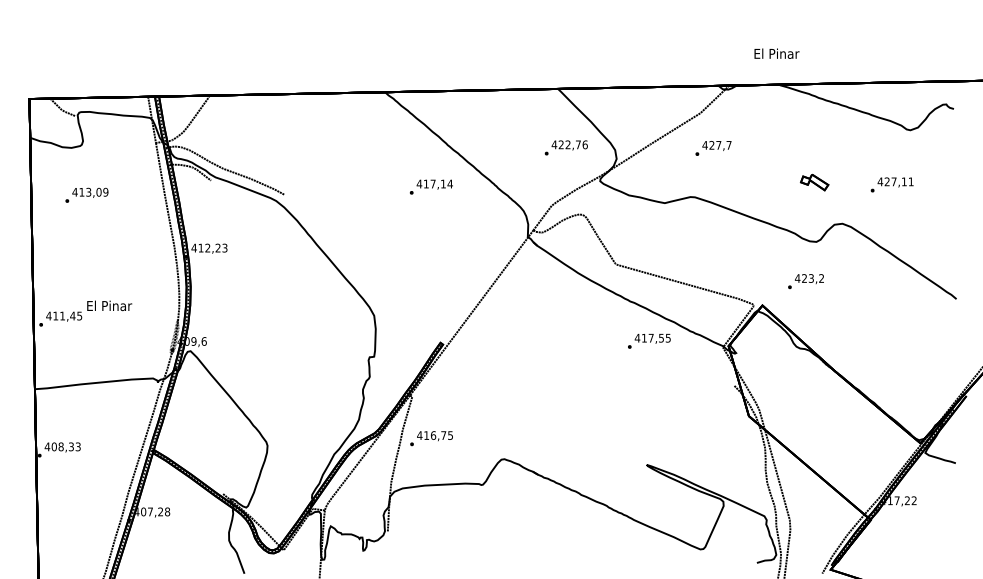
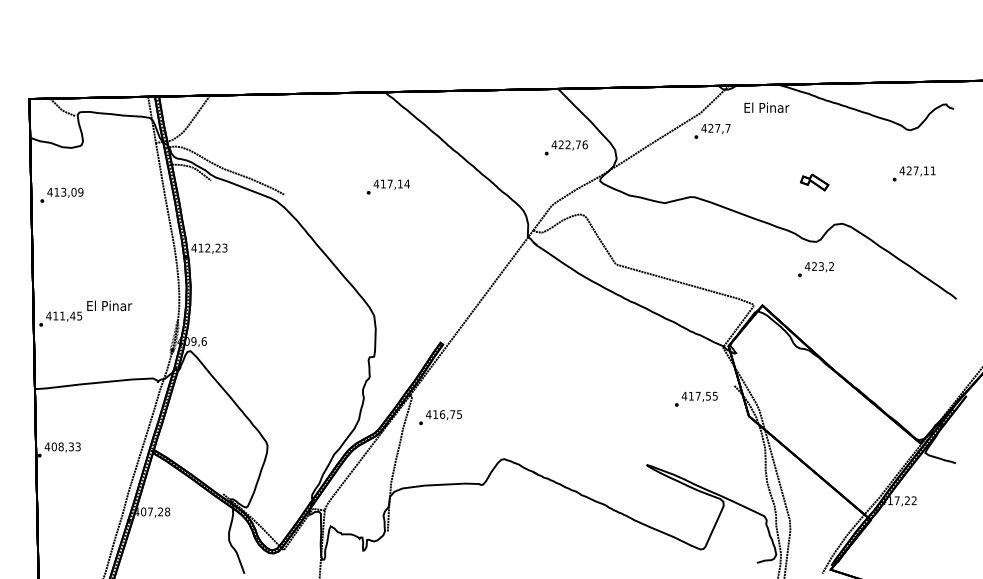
text at (776, 53) position: (776, 53) -> (766, 107)
text at (713, 148) position: (713, 148) -> (712, 131)
text at (891, 184) position: (891, 184) -> (913, 173)
text at (430, 186) position: (430, 186) -> (387, 186)
text at (86, 194) position: (86, 194) -> (61, 194)
text at (805, 281) position: (805, 281) -> (815, 269)
text at (649, 341) position: (649, 341) -> (696, 399)
text at (431, 438) position: (431, 438) -> (440, 417)
